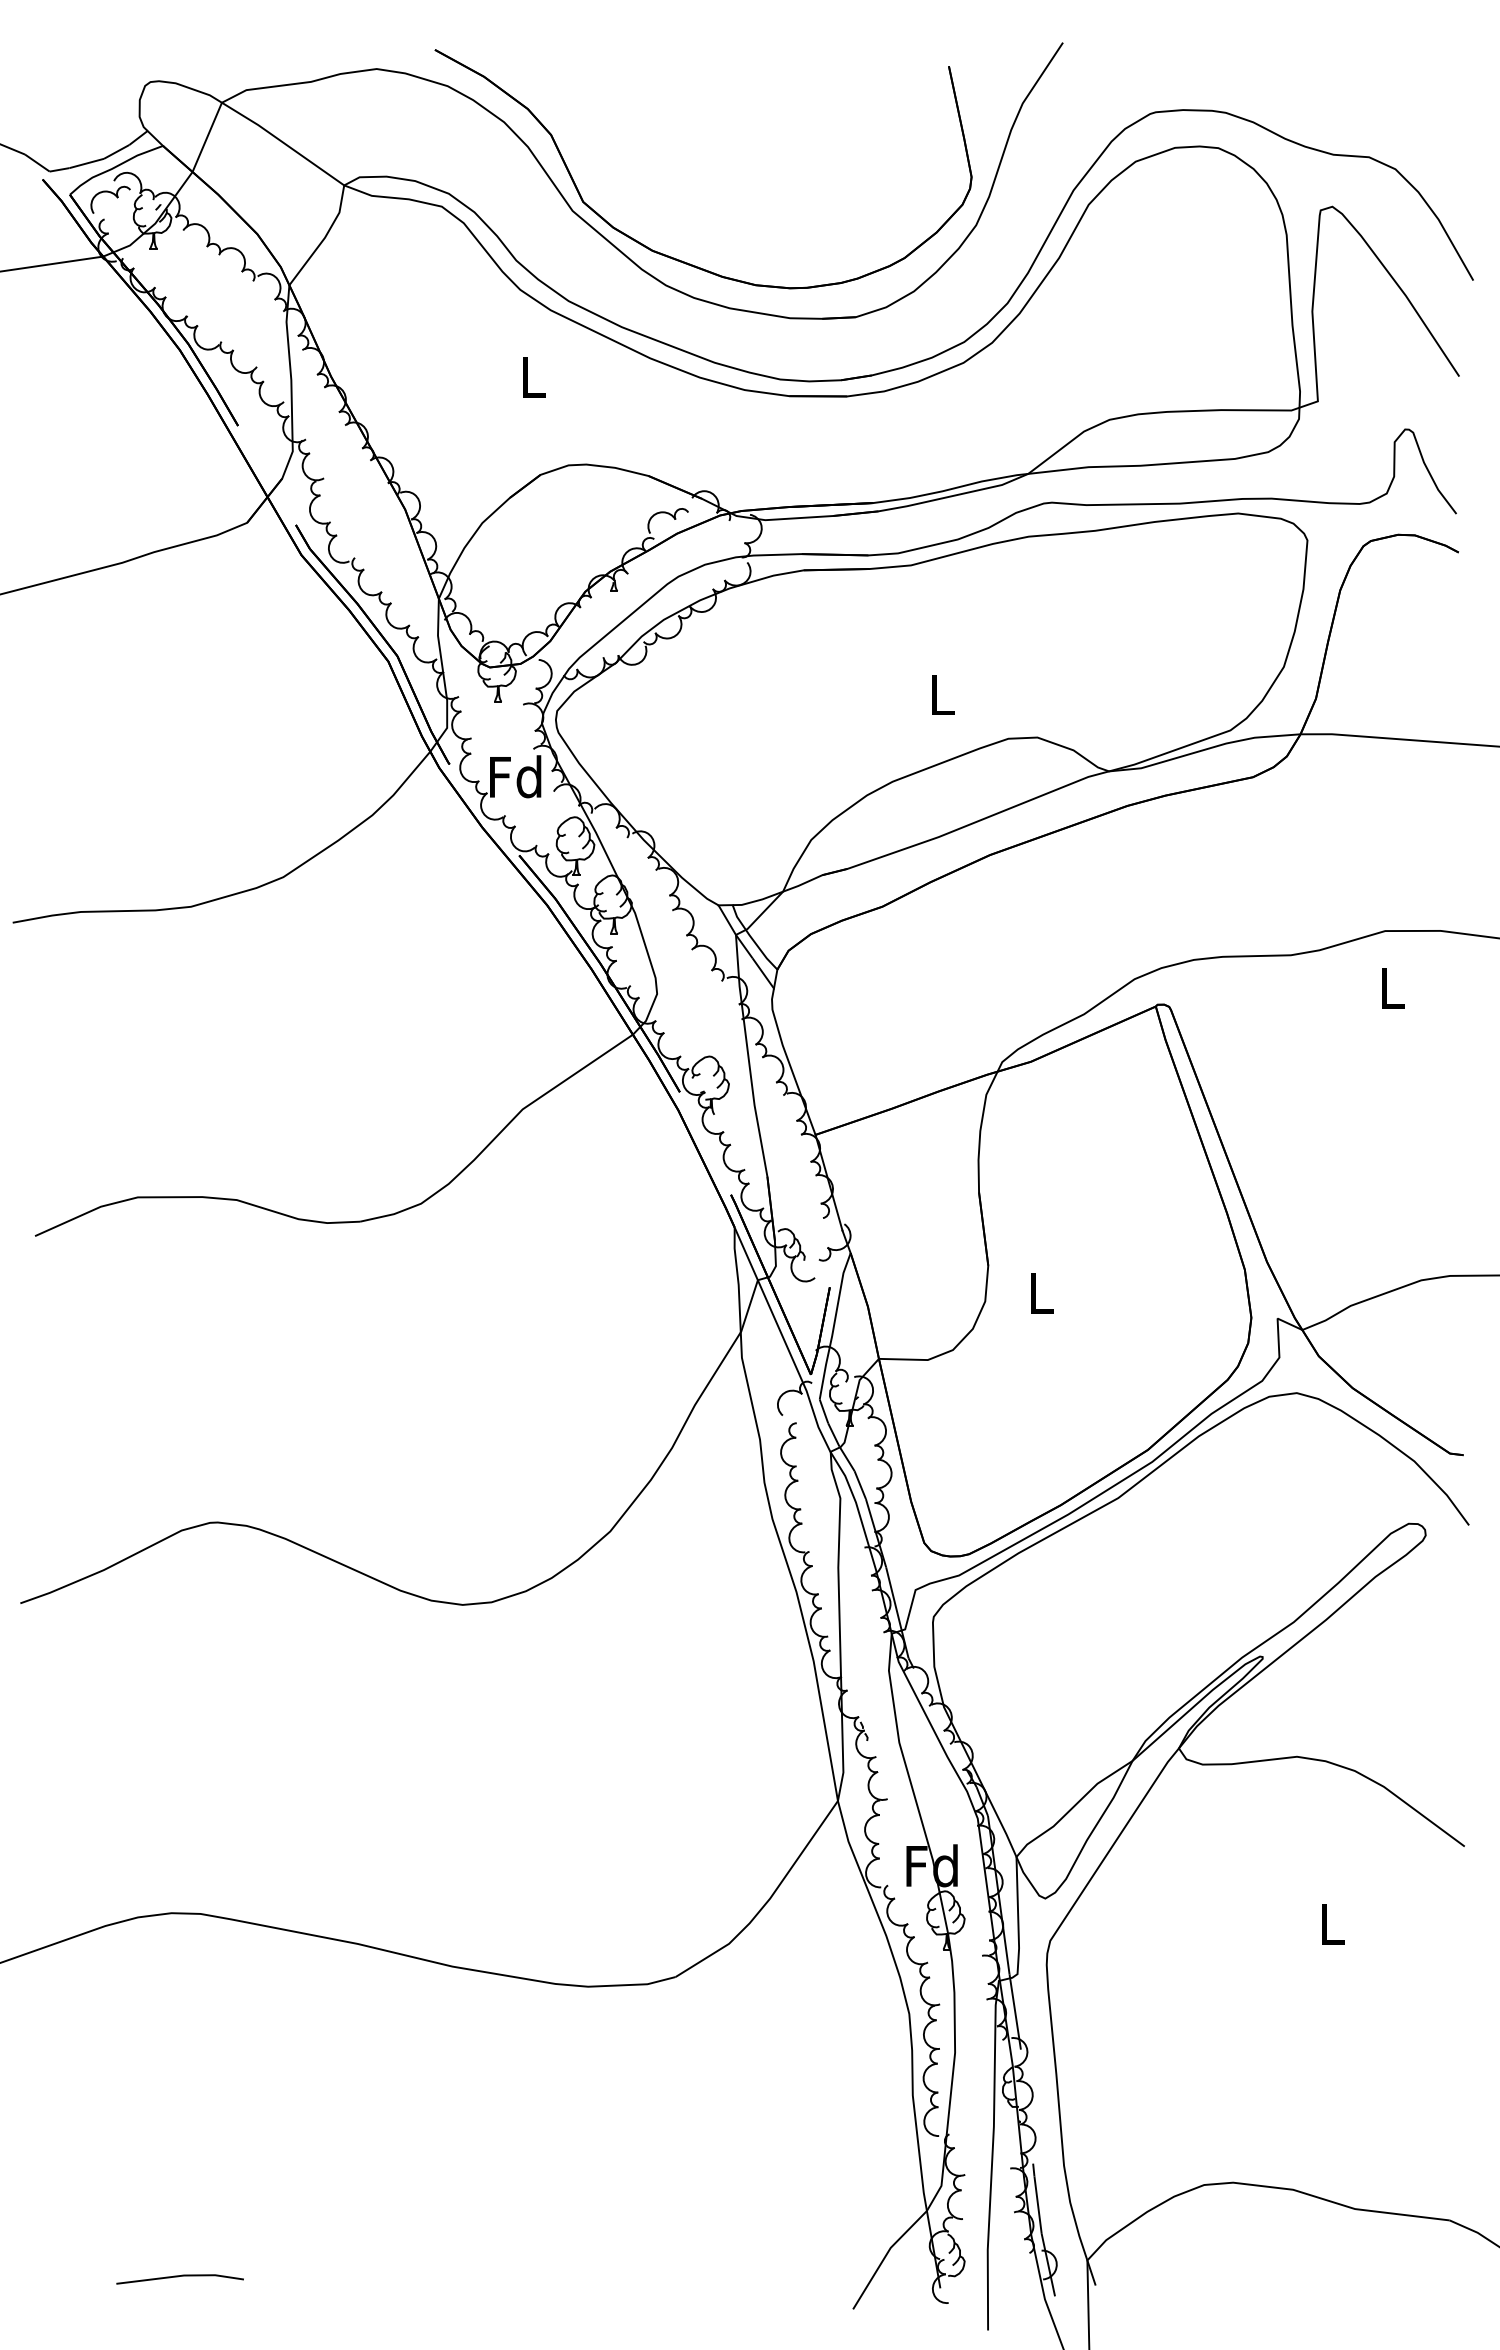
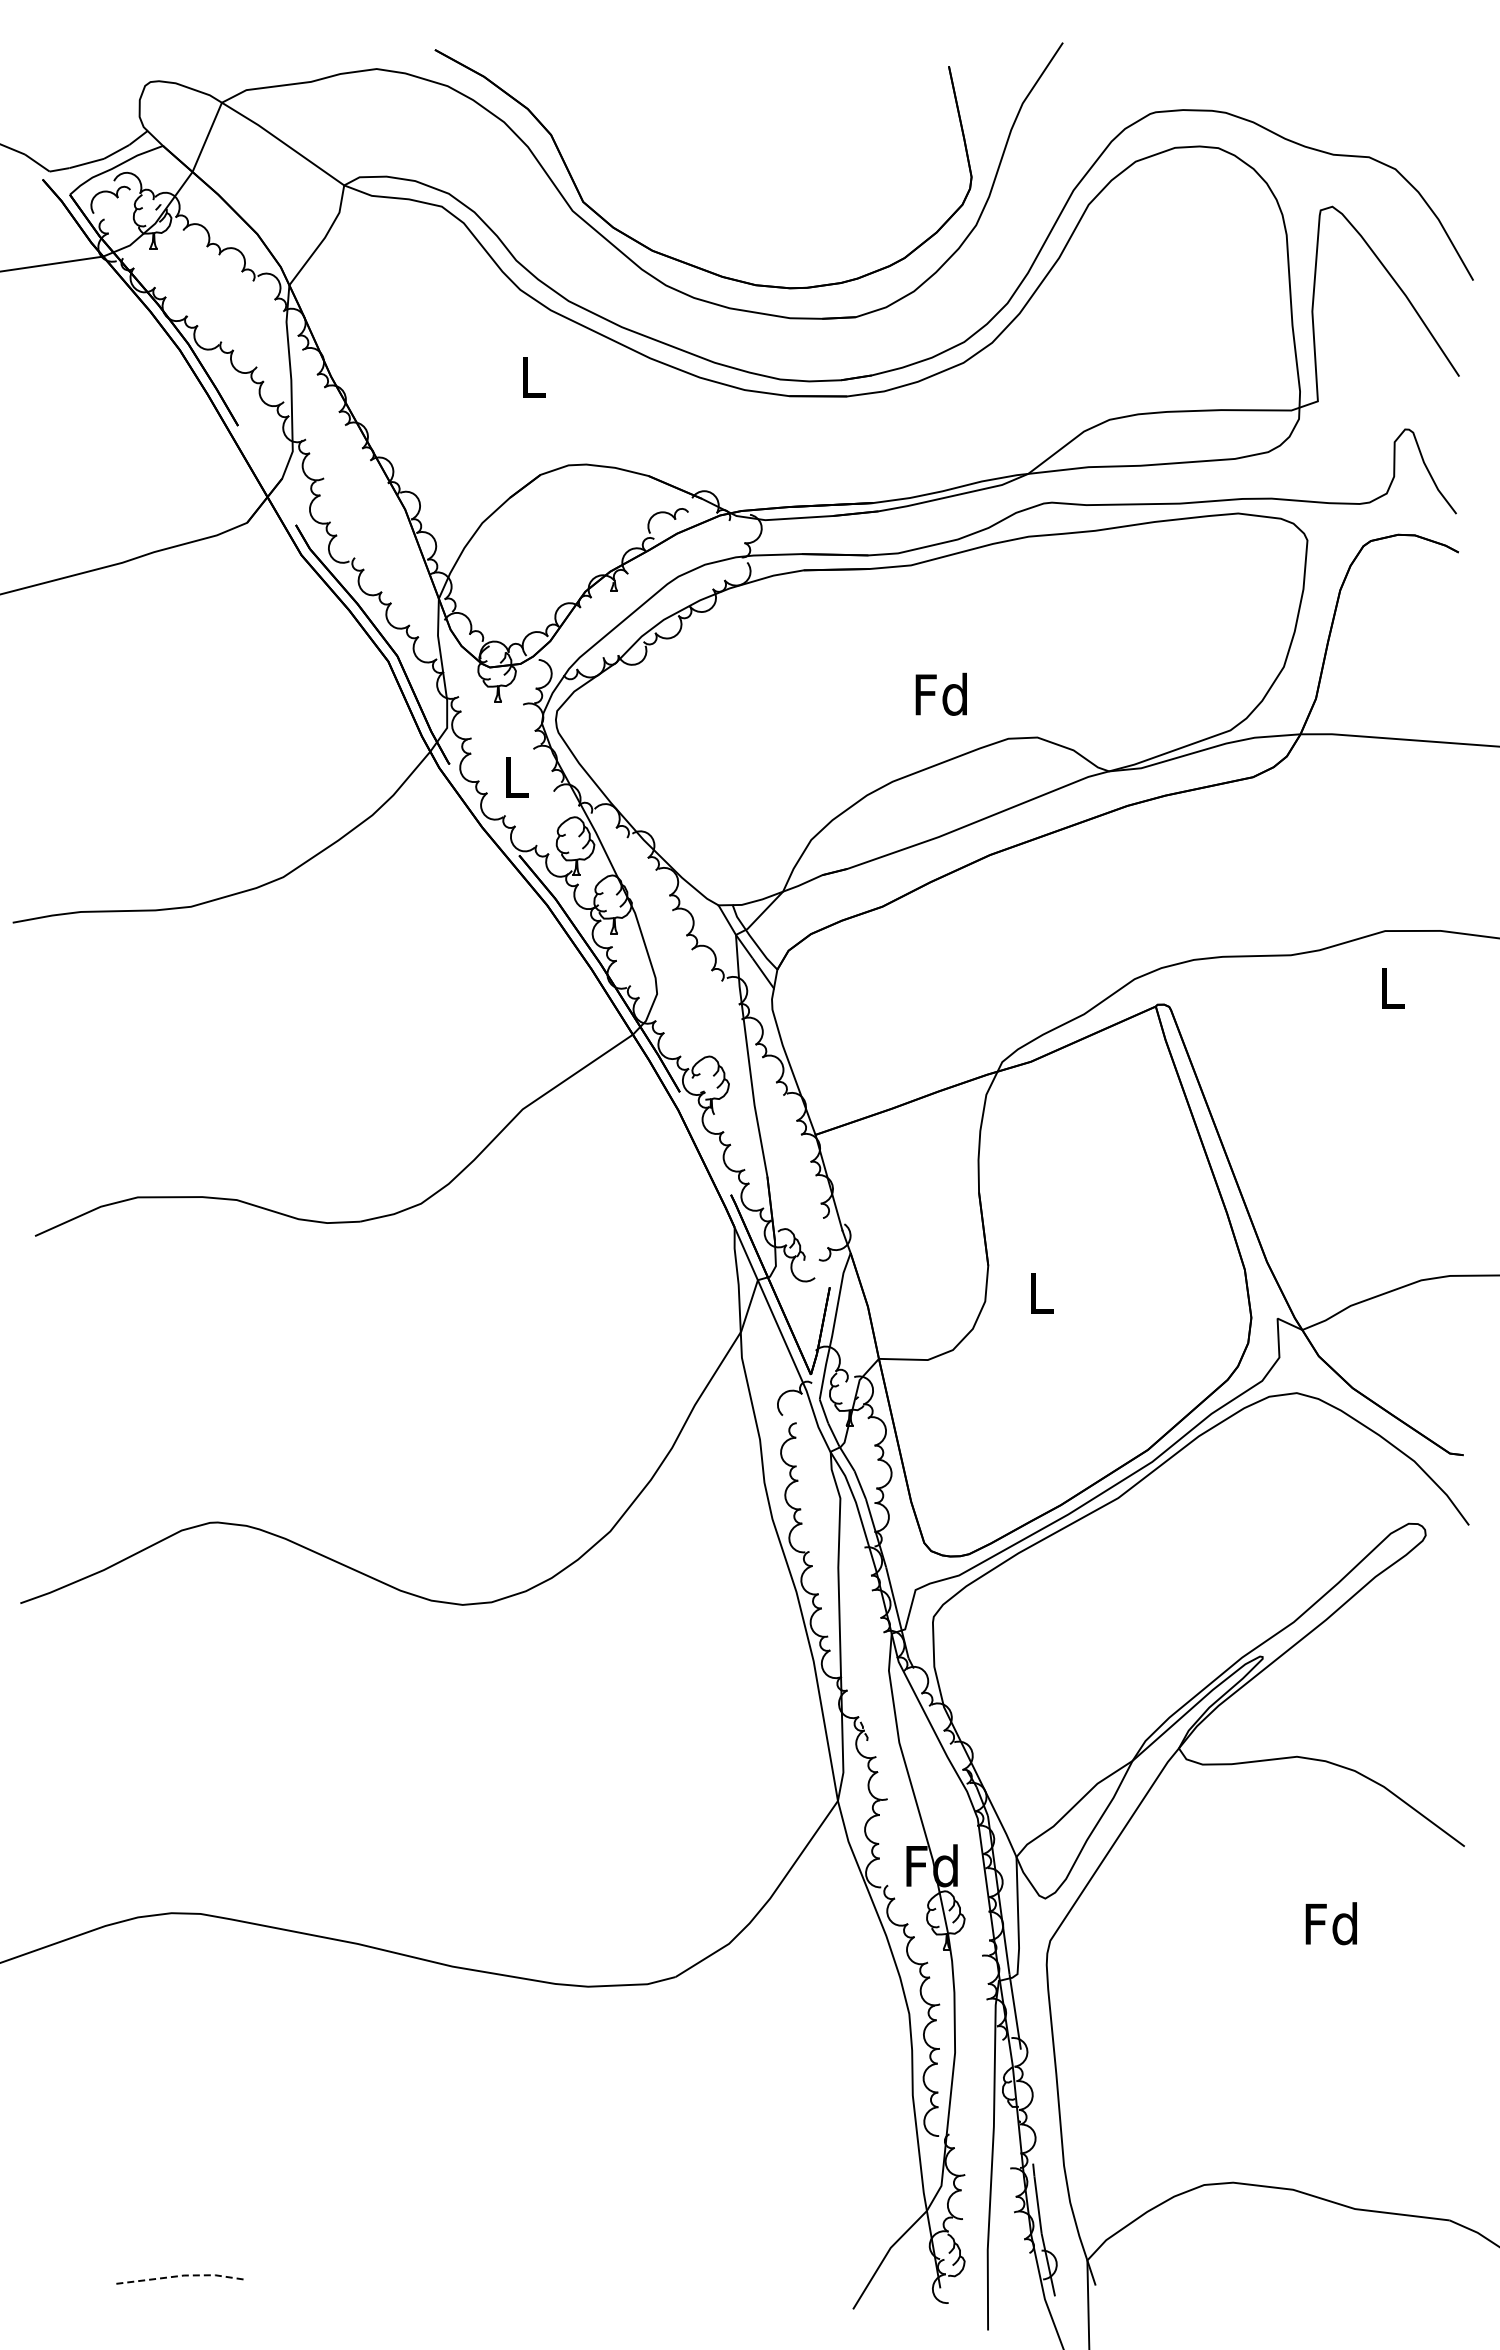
text at (940, 693): L -> Fd
text at (515, 776): Fd -> L
text at (1330, 1923): L -> Fd
line at (182, 2275): solid -> dashed
